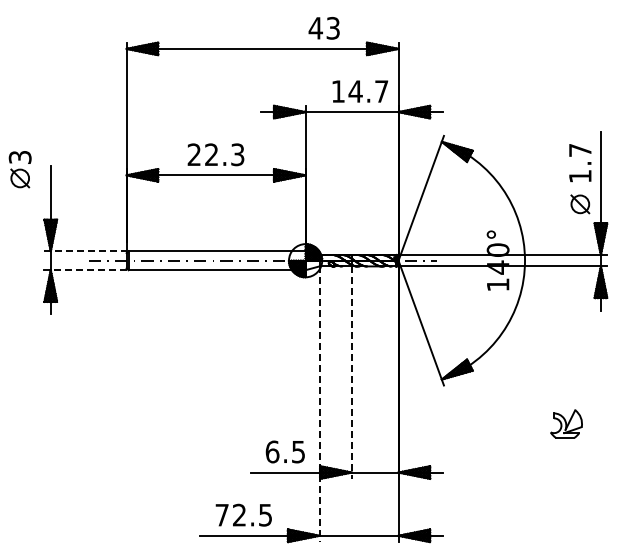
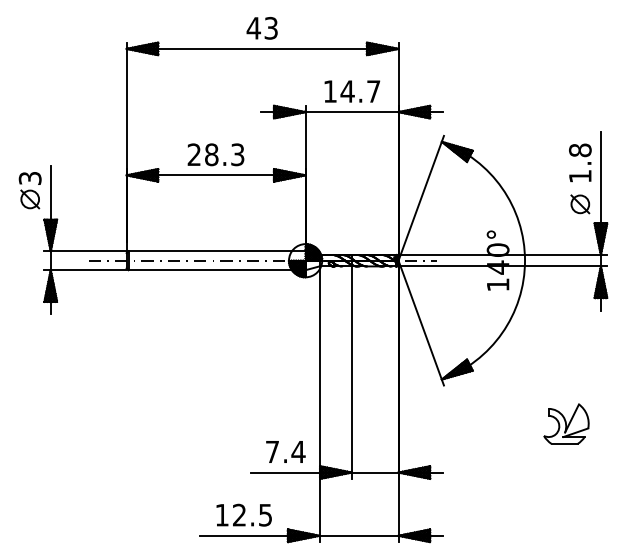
text at (323, 28) position: (323, 28) -> (261, 28)
text at (360, 91) position: (360, 91) -> (352, 91)
text at (580, 150): 1.7 -> 1.8
text at (211, 154): 22.3 -> 28.3
part at (19, 169) position: (19, 169) -> (29, 190)
line at (86, 251): dashed -> solid
line at (88, 270): dashed -> solid
line at (351, 373): dashed -> solid
line at (319, 404): dashed -> solid
part at (566, 423) size: 33x30 px -> 47x42 px
text at (285, 451): 6.5 -> 7.4
text at (221, 515): 72.5 -> 12.5
